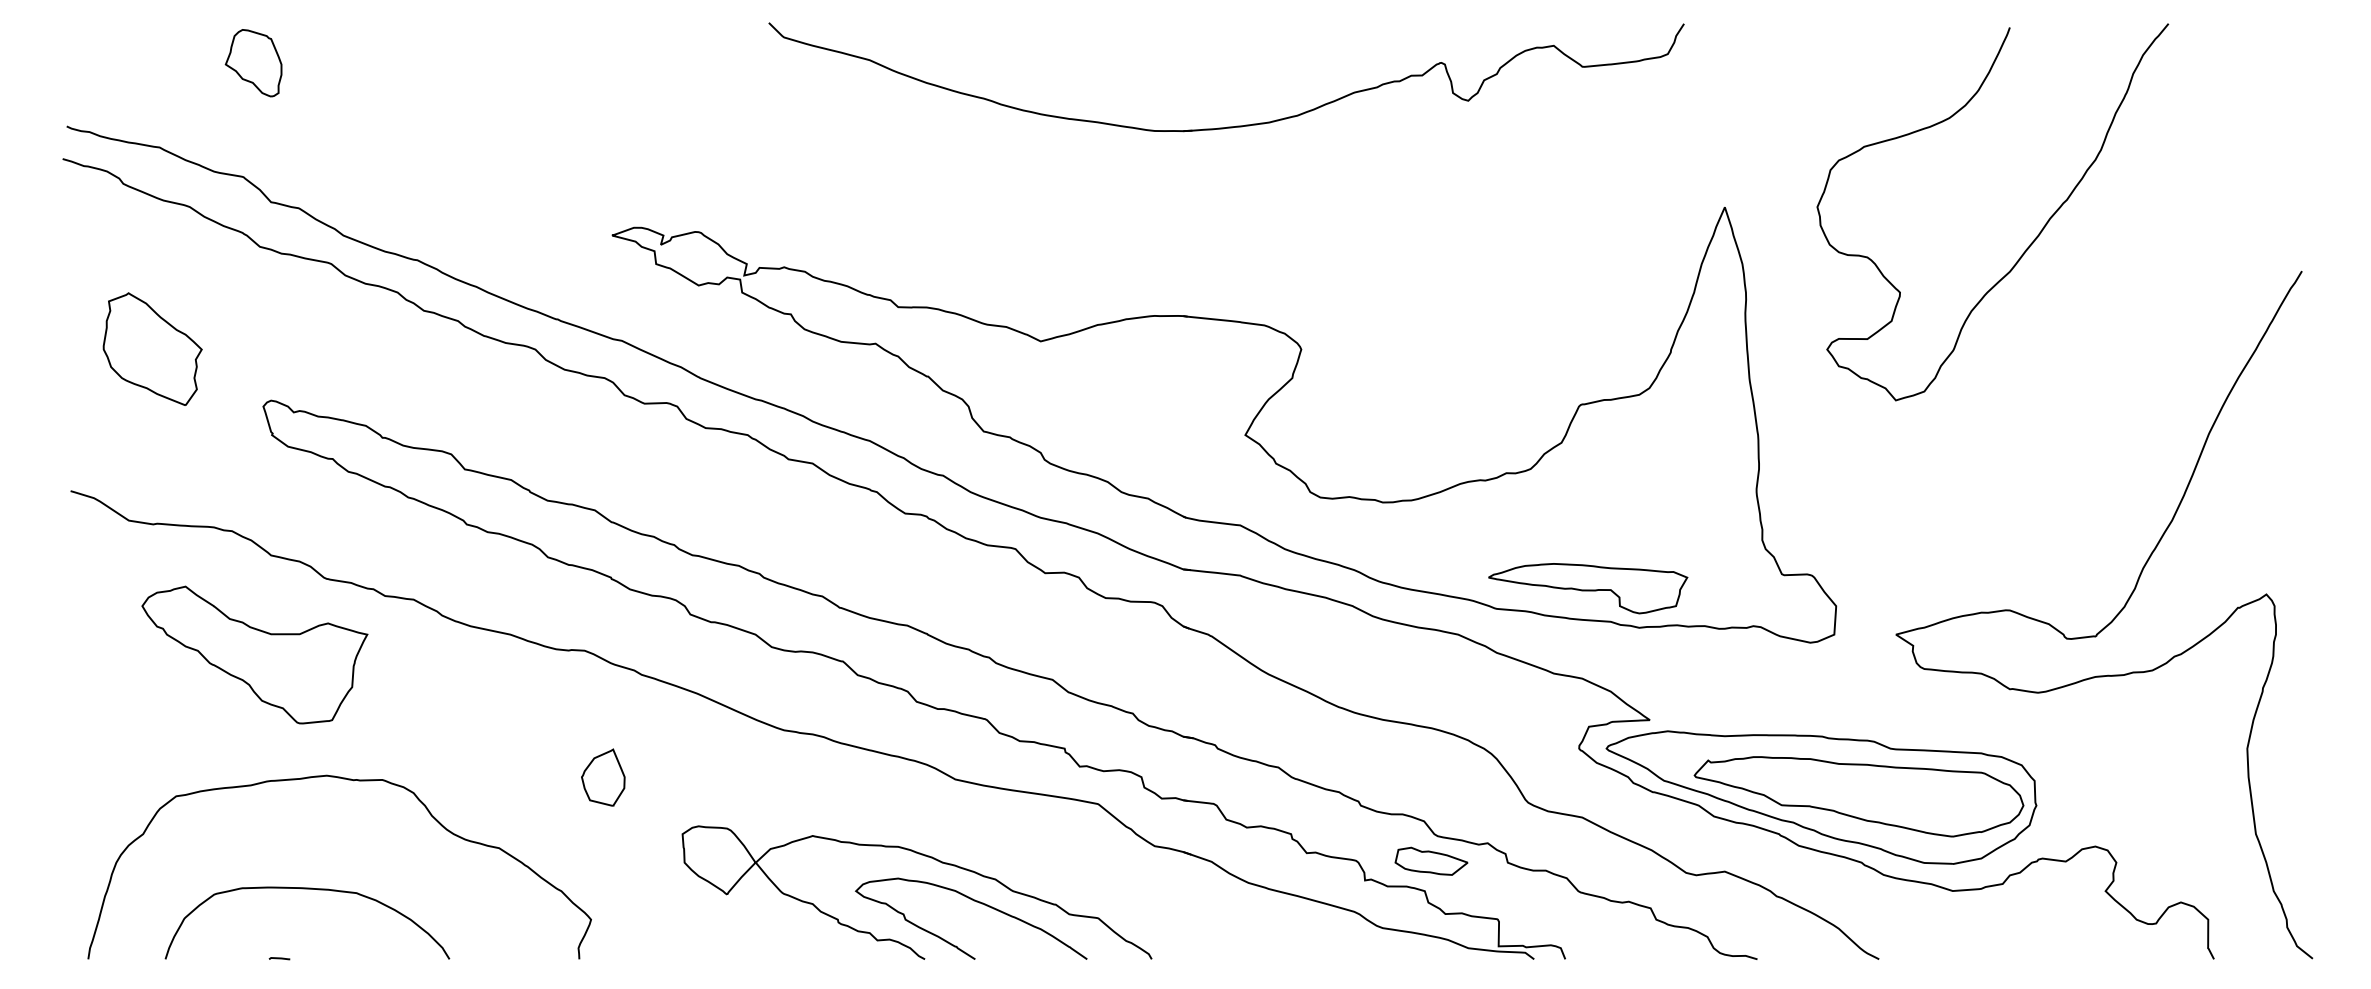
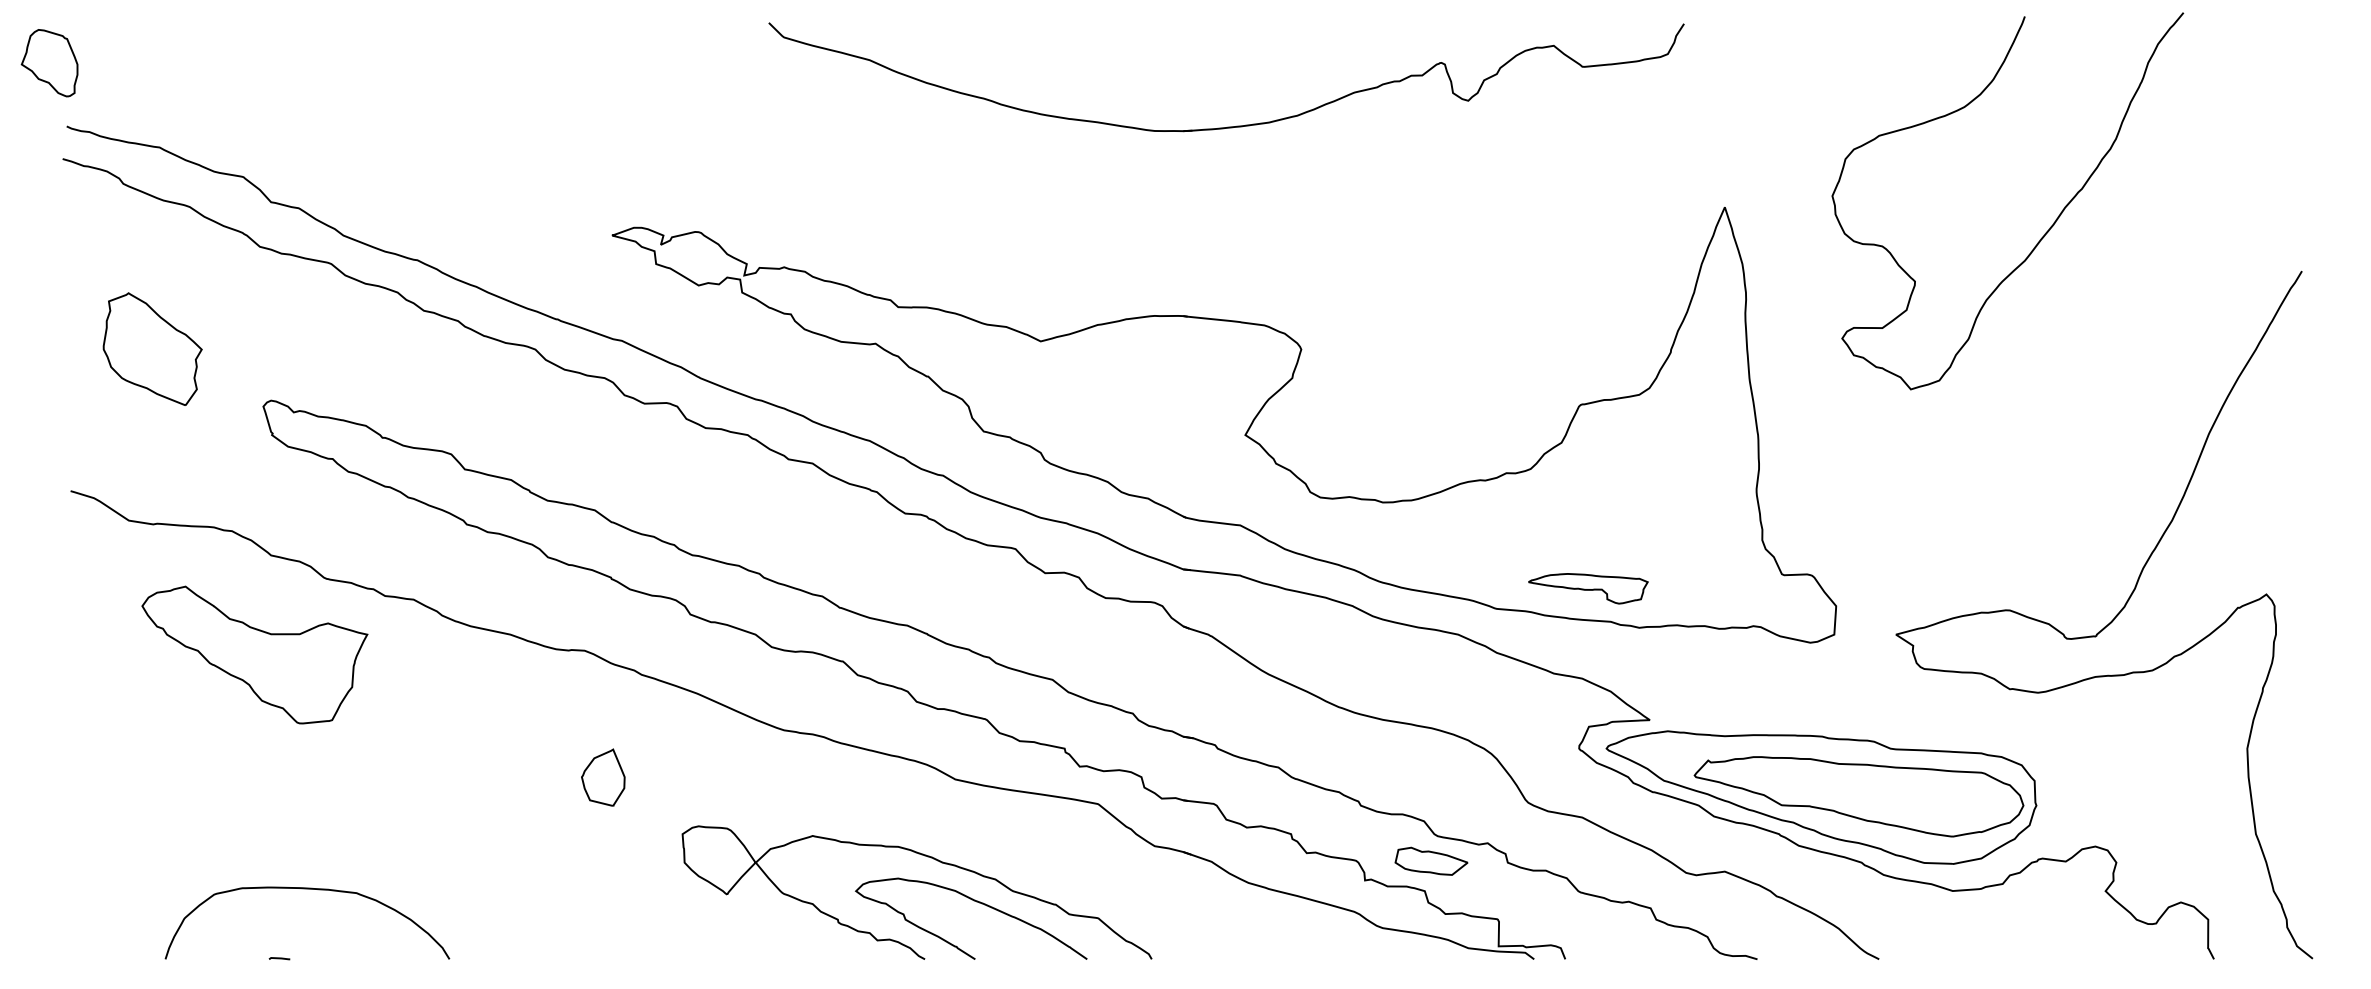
part at (253, 63) position: (253, 63) -> (49, 63)
curve at (2030, 243) position: (2030, 243) -> (2045, 232)
part at (1588, 588) size: 201x52 px -> 121x32 px
curve at (353, 781): present -> none
